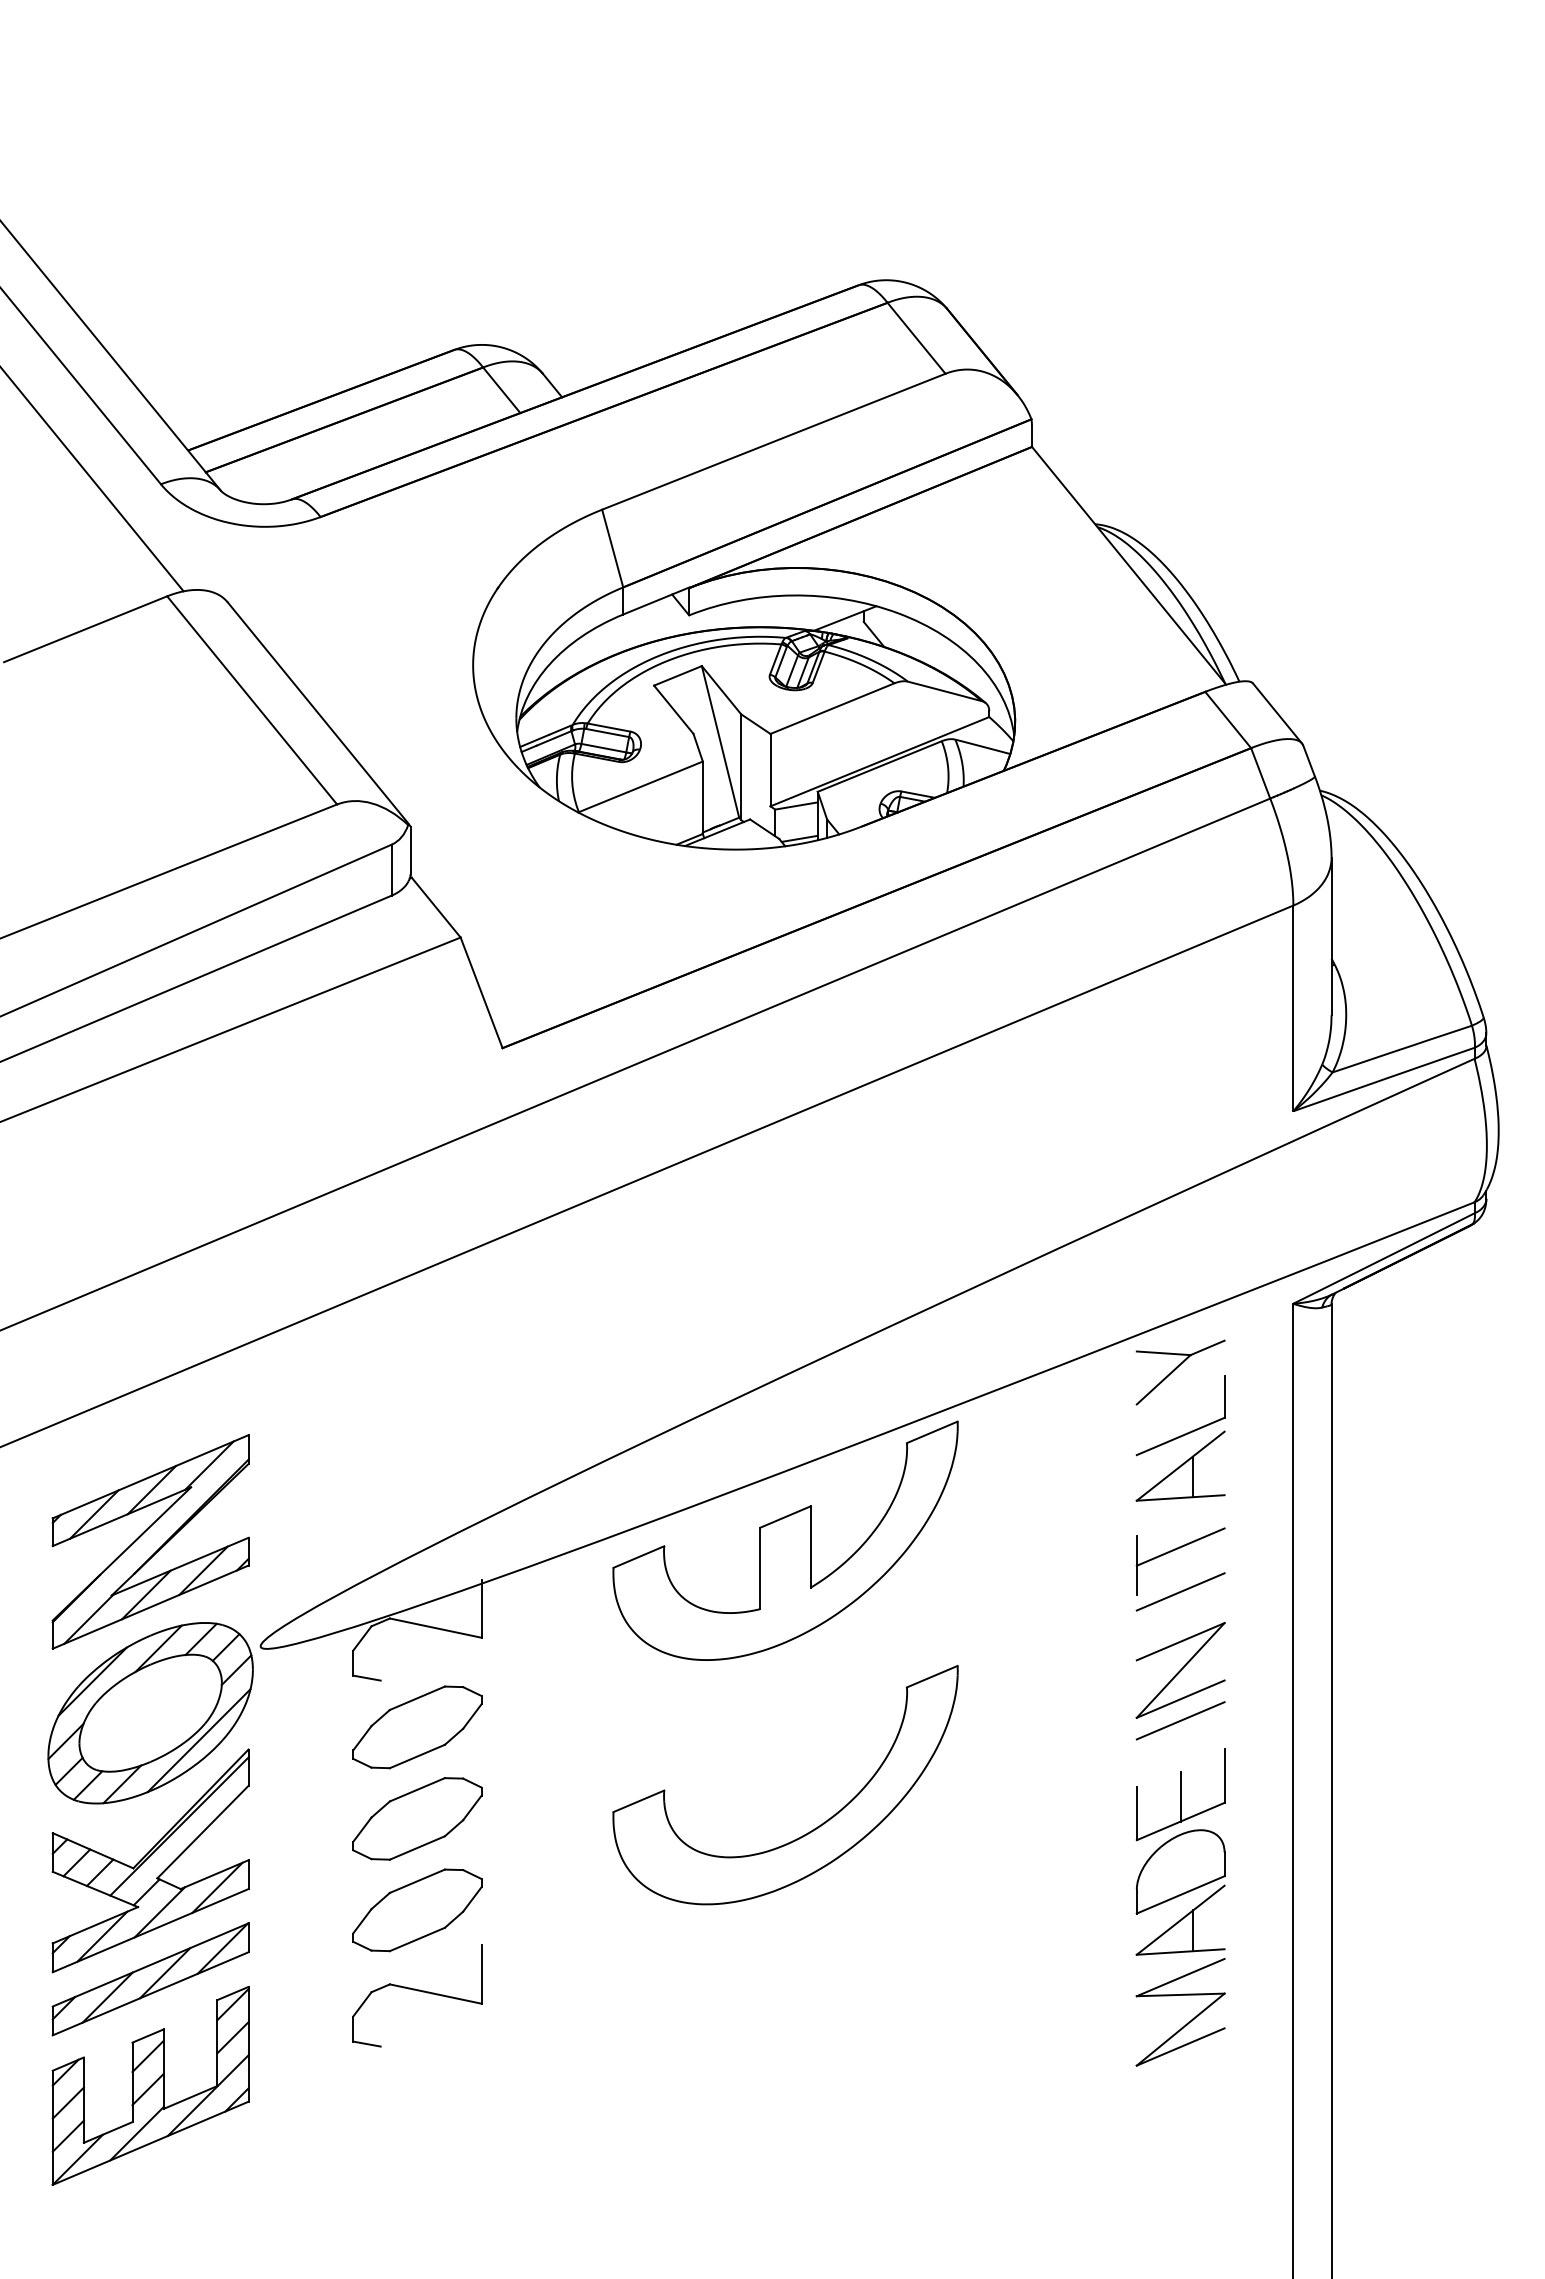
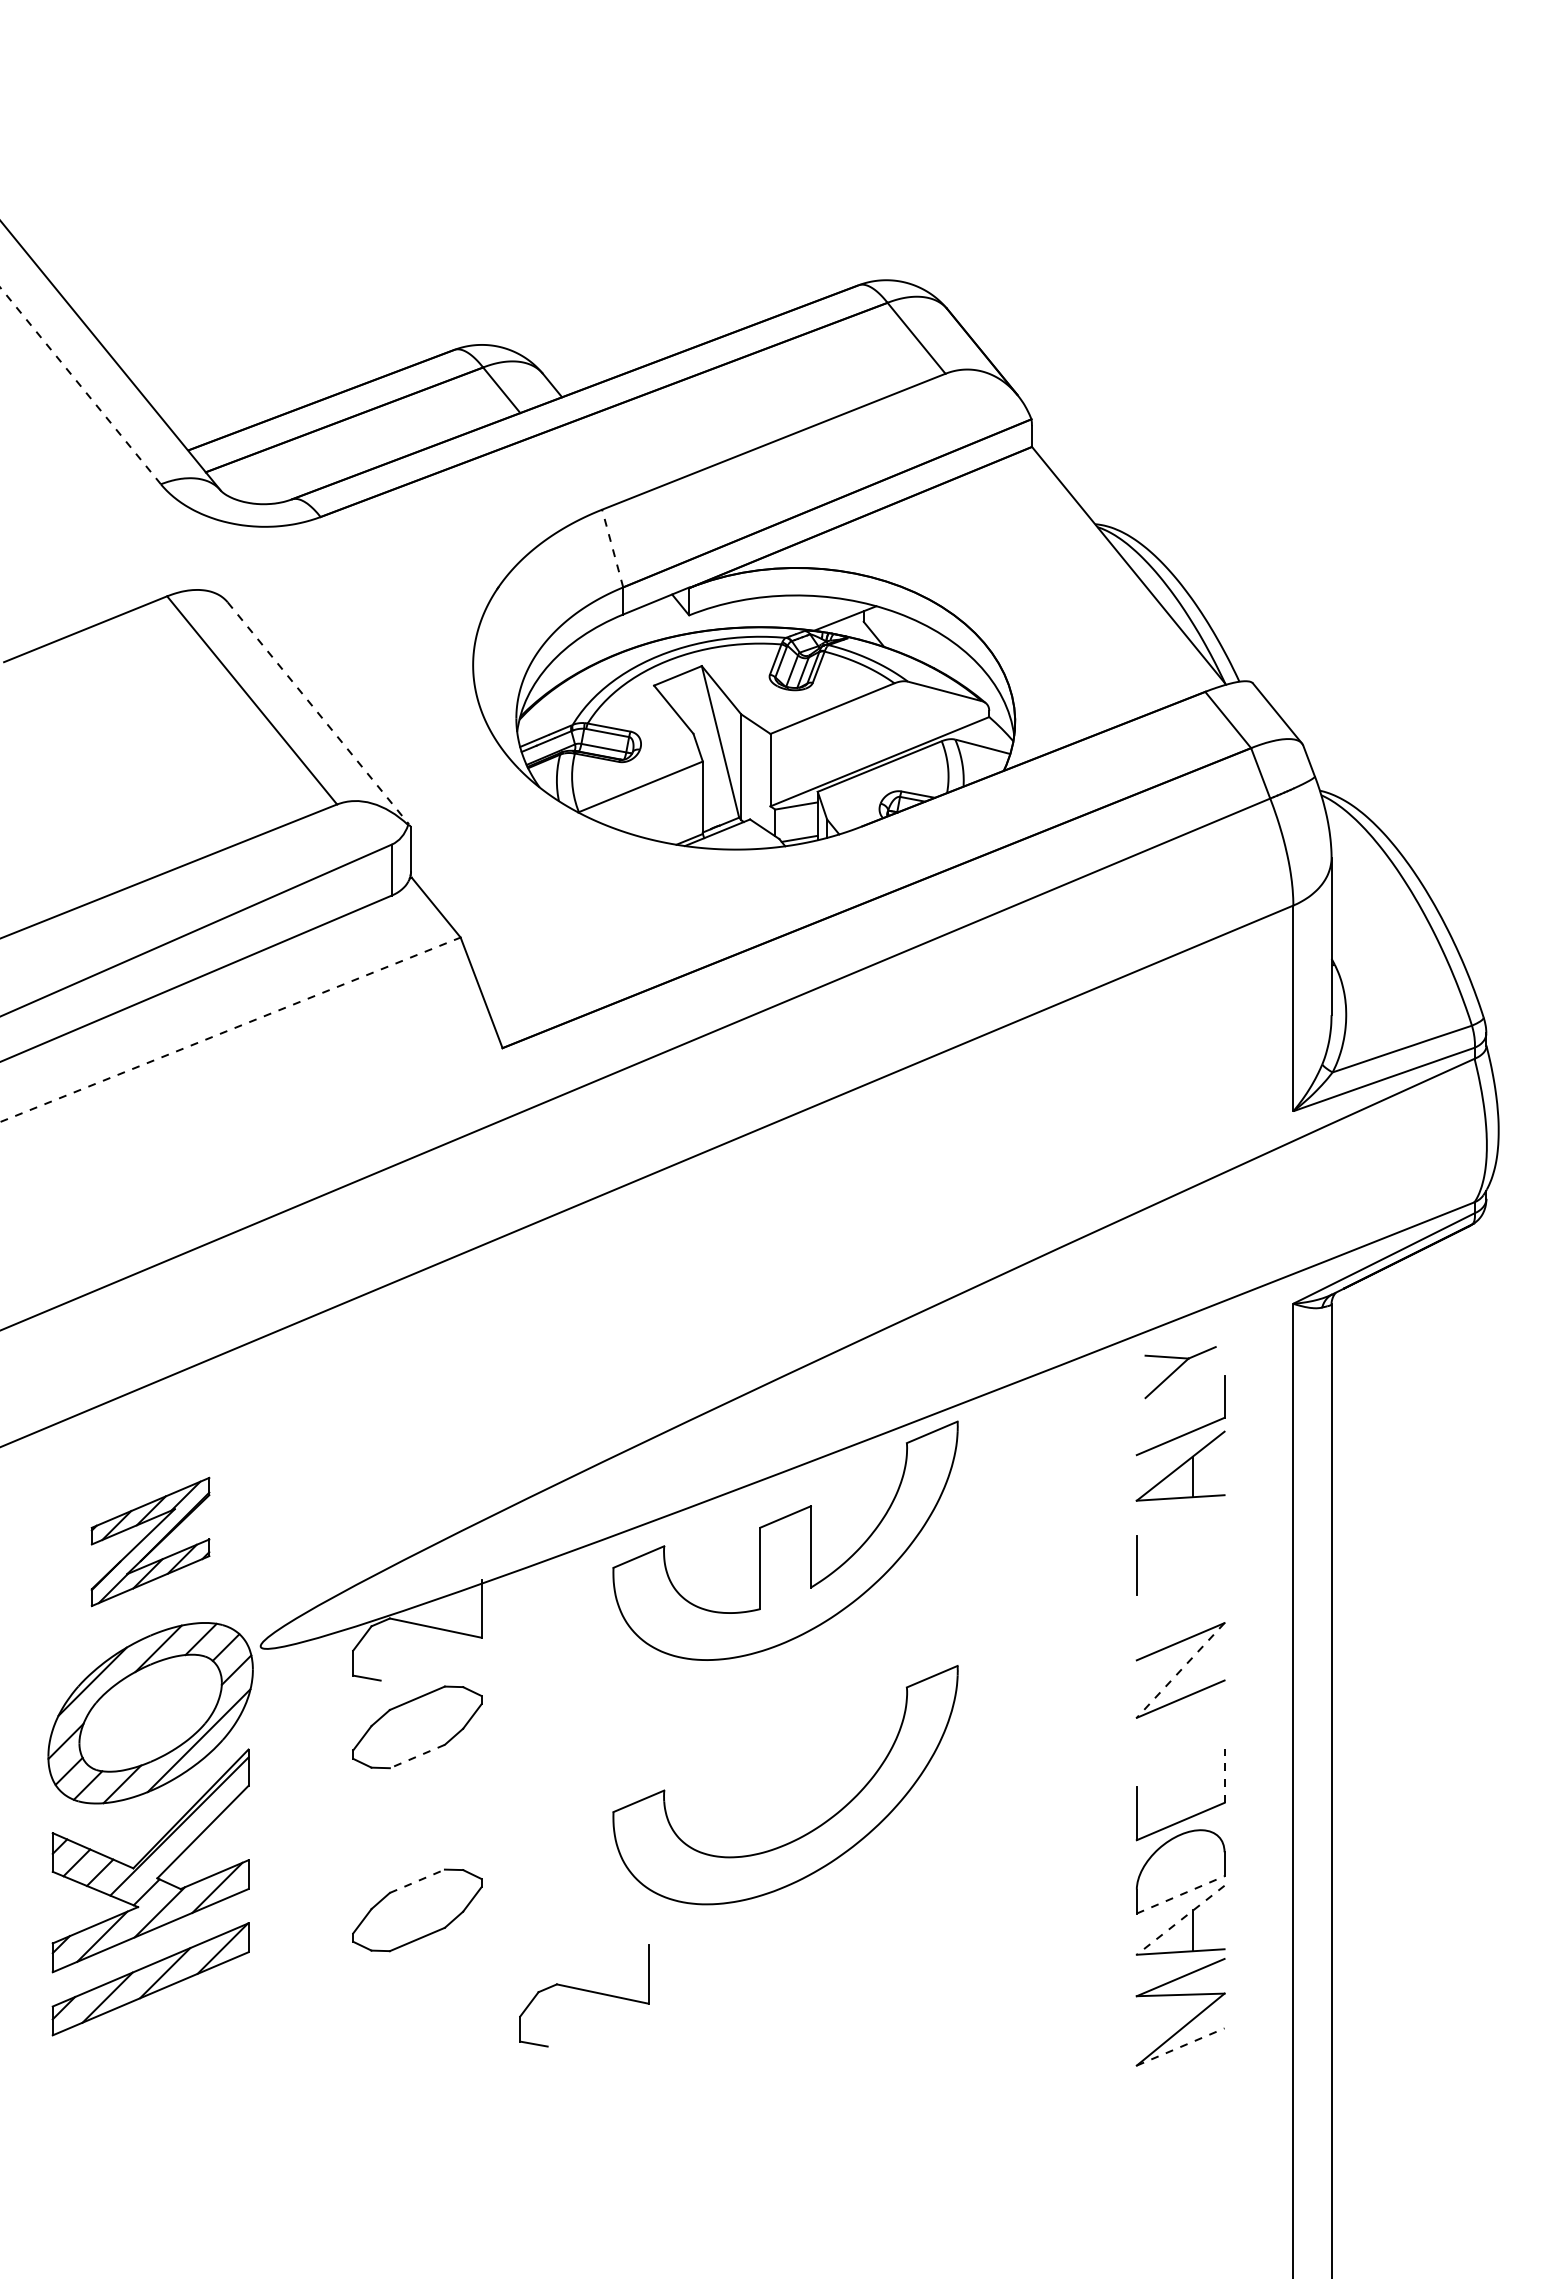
line at (80, 385): solid -> dashed
line at (92, 480): present -> none
line at (612, 548): solid -> dashed
line at (318, 713): solid -> dashed
line at (230, 1029): solid -> dashed
part at (1180, 1372) size: 91x67 px -> 73x54 px
part at (150, 1541) size: 199x216 px -> 121x132 px
line at (1180, 1546): present -> none
line at (1180, 1591): present -> none
line at (1180, 1670): solid -> dashed
line at (1180, 1720): present -> none
line at (417, 1756): solid -> dashed
line at (1224, 1776): solid -> dashed
line at (1180, 1796): present -> none
part at (417, 1818): present -> none
line at (417, 1881): solid -> dashed
line at (1180, 1894): solid -> dashed
line at (1180, 1920): solid -> dashed
part at (417, 1995) position: (417, 1995) -> (584, 1995)
line at (1180, 2047): solid -> dashed
part at (150, 2085): present -> none
